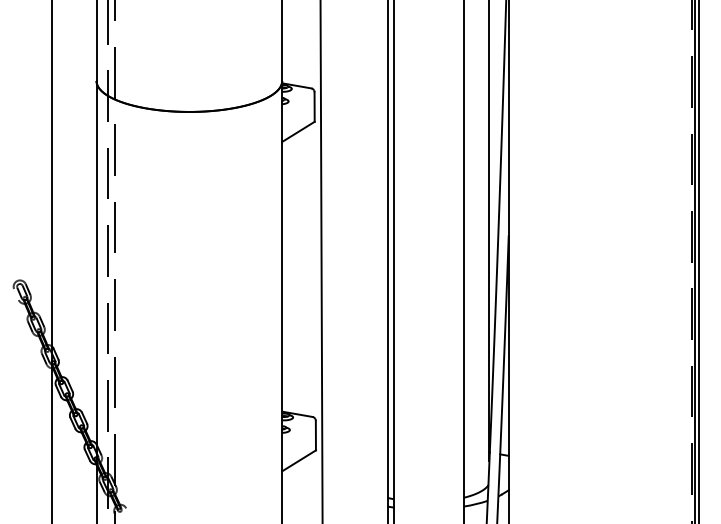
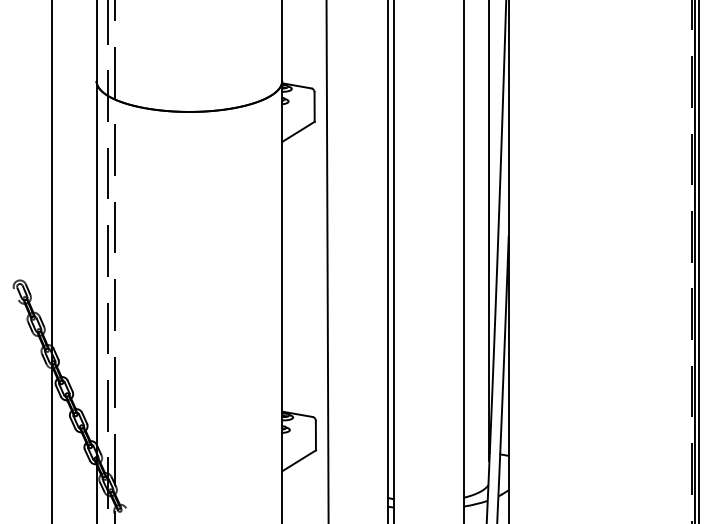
line at (321, 261) position: (321, 261) -> (327, 261)
